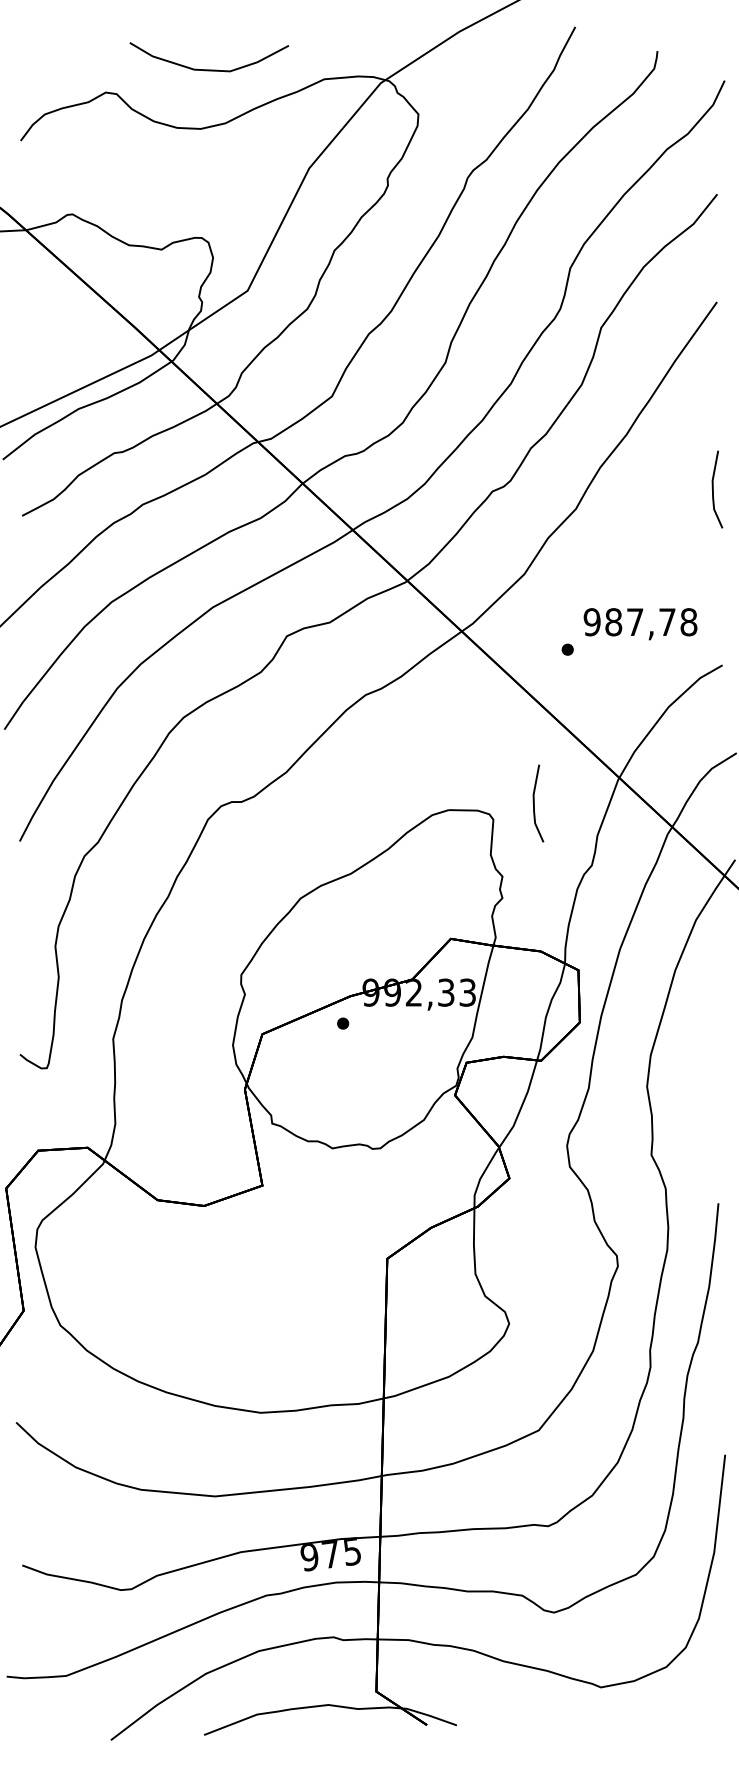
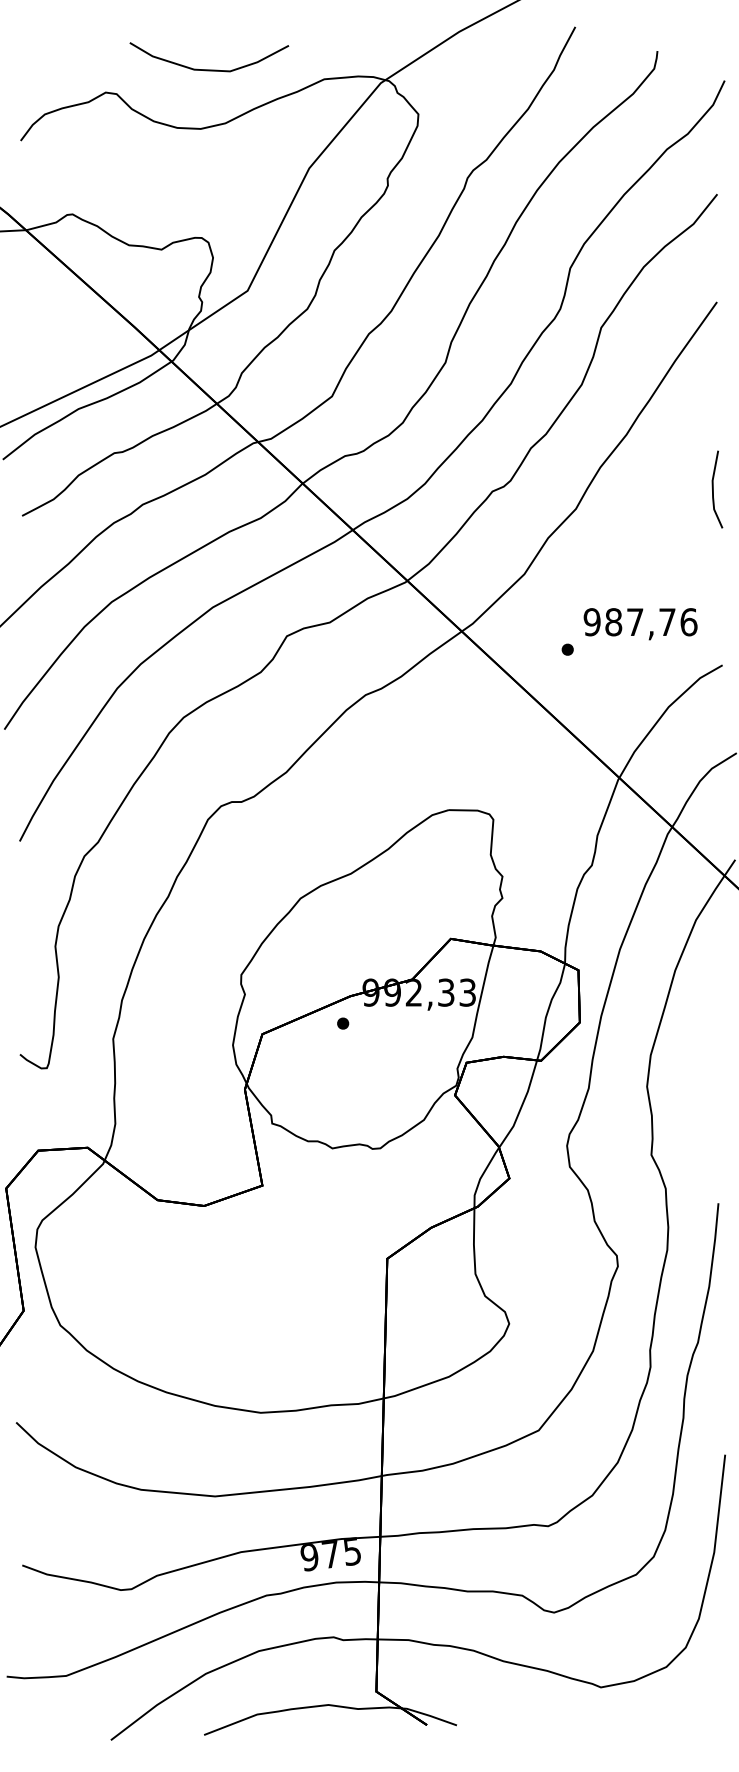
text at (688, 622): 987,78 -> 987,76
line at (534, 803): present -> none
